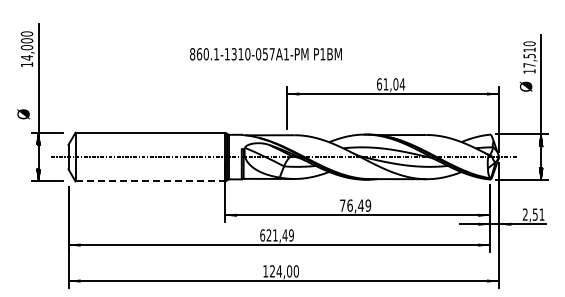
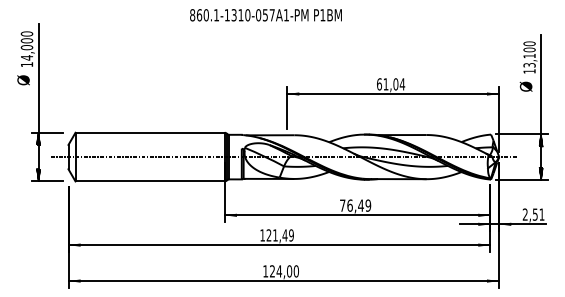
text at (265, 54) position: (265, 54) -> (265, 15)
text at (529, 57): 17,510 -> 13,100
text at (23, 114) position: (23, 114) -> (23, 80)
line at (150, 181): dashed -> solid
text at (262, 235): 621,49 -> 121,49
